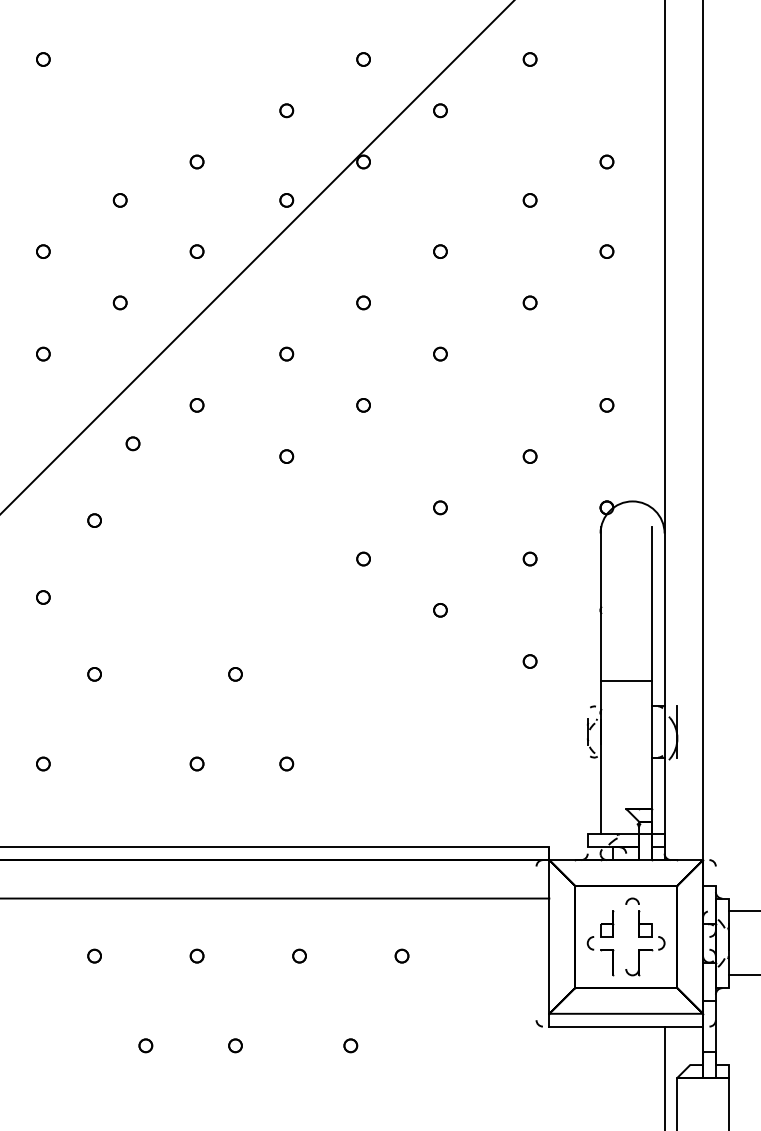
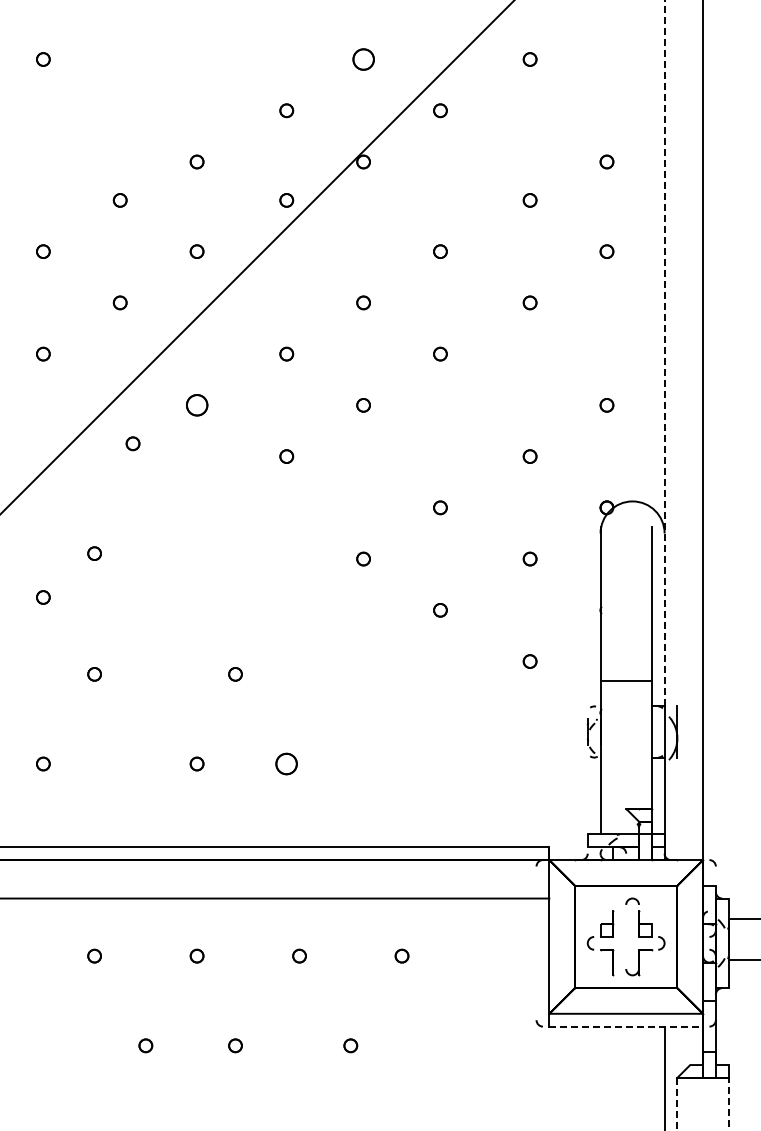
part at (363, 59) size: 15x15 px -> 23x23 px
line at (664, 353): solid -> dashed
part at (196, 405) size: 16x15 px -> 23x23 px
part at (94, 520) position: (94, 520) -> (94, 553)
part at (286, 763) size: 16x16 px -> 23x24 px
line at (742, 911) position: (742, 911) -> (742, 919)
line at (742, 975) position: (742, 975) -> (742, 960)
line at (626, 1026): solid -> dashed
line at (728, 1130): solid -> dashed
